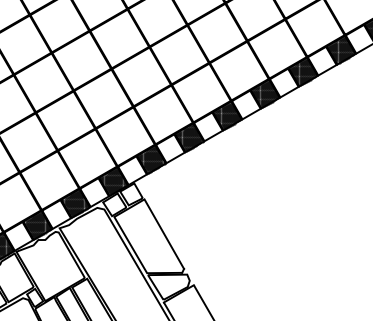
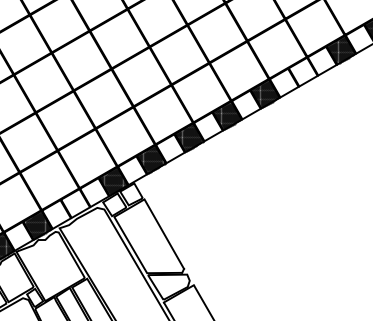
hatch at (303, 71): present -> none
hatch at (75, 203): present -> none
